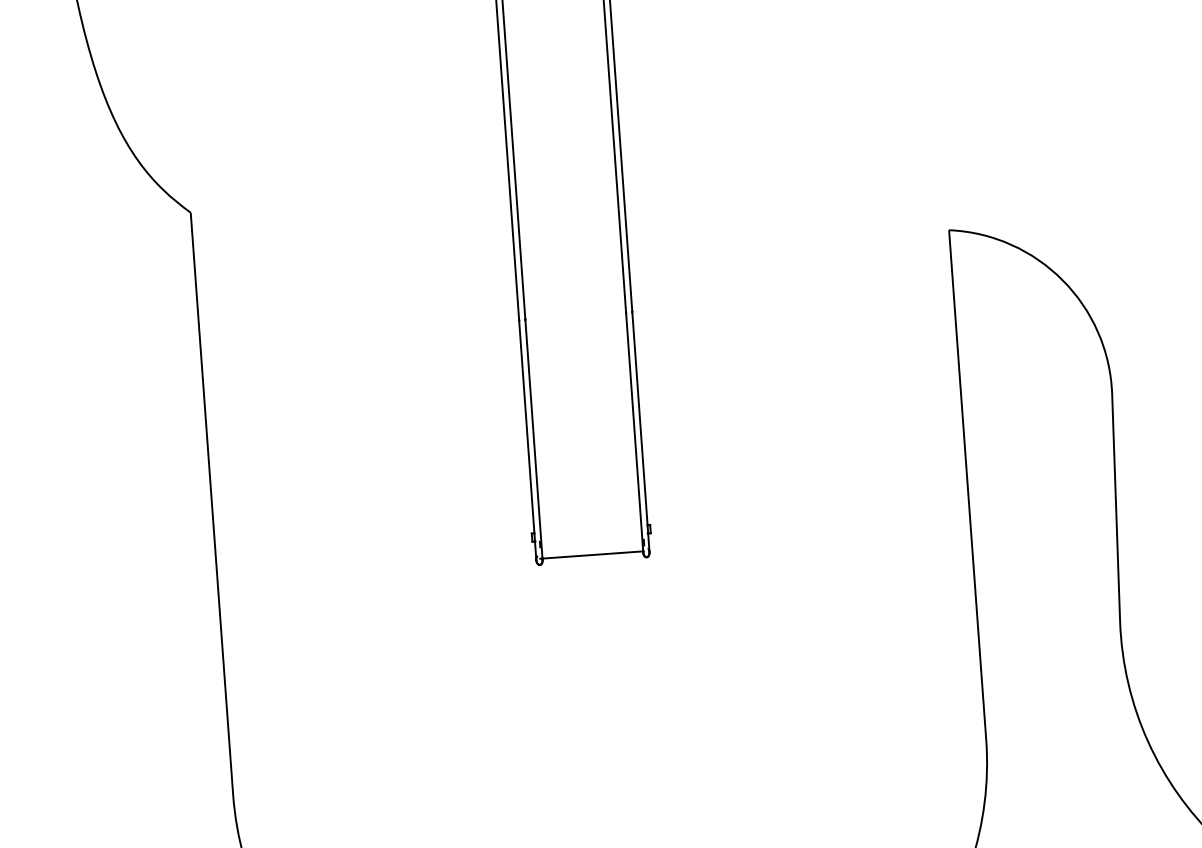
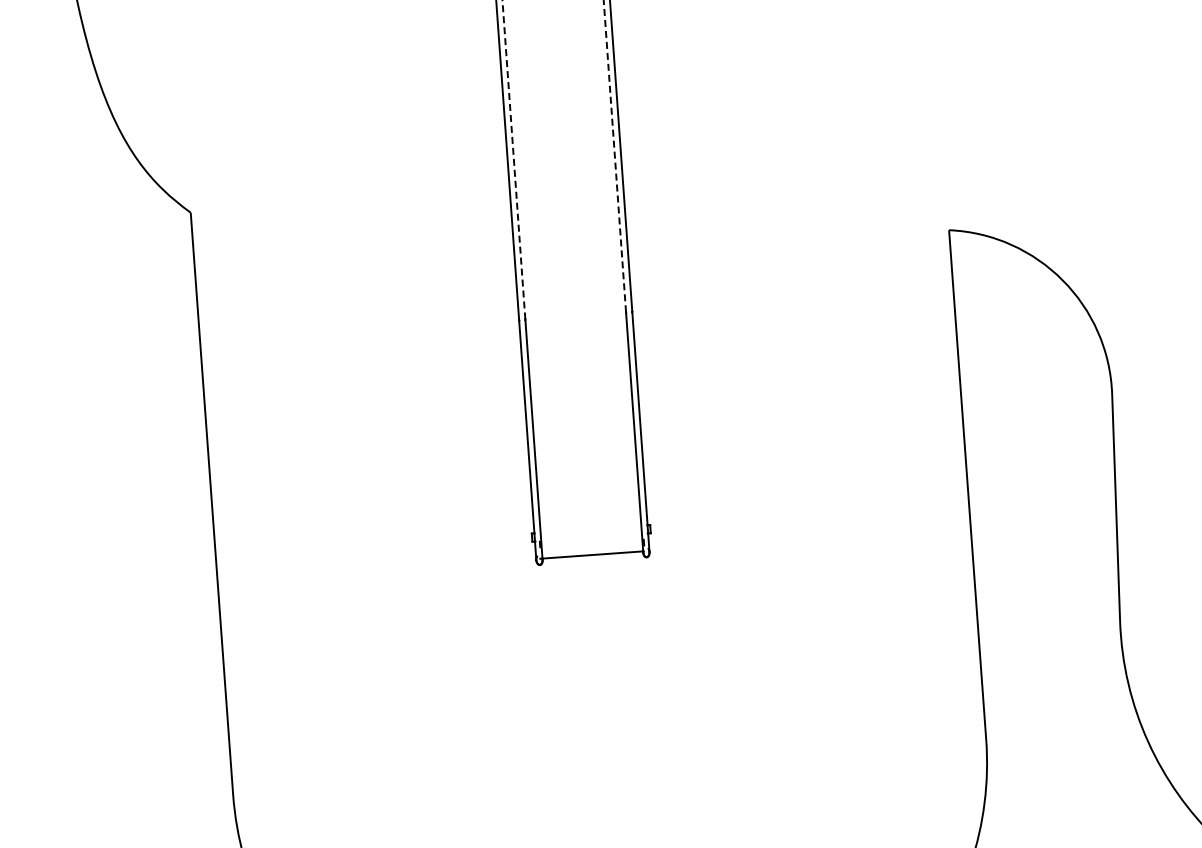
line at (614, 155): solid -> dashed
line at (513, 159): solid -> dashed
